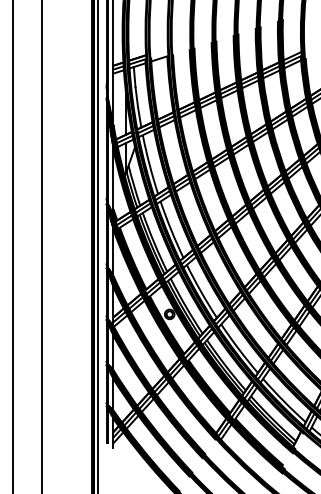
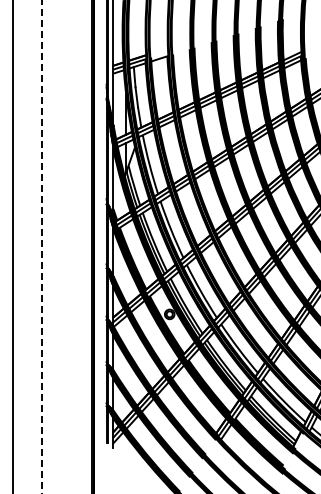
line at (42, 246): solid -> dashed
line at (97, 246): present -> none
